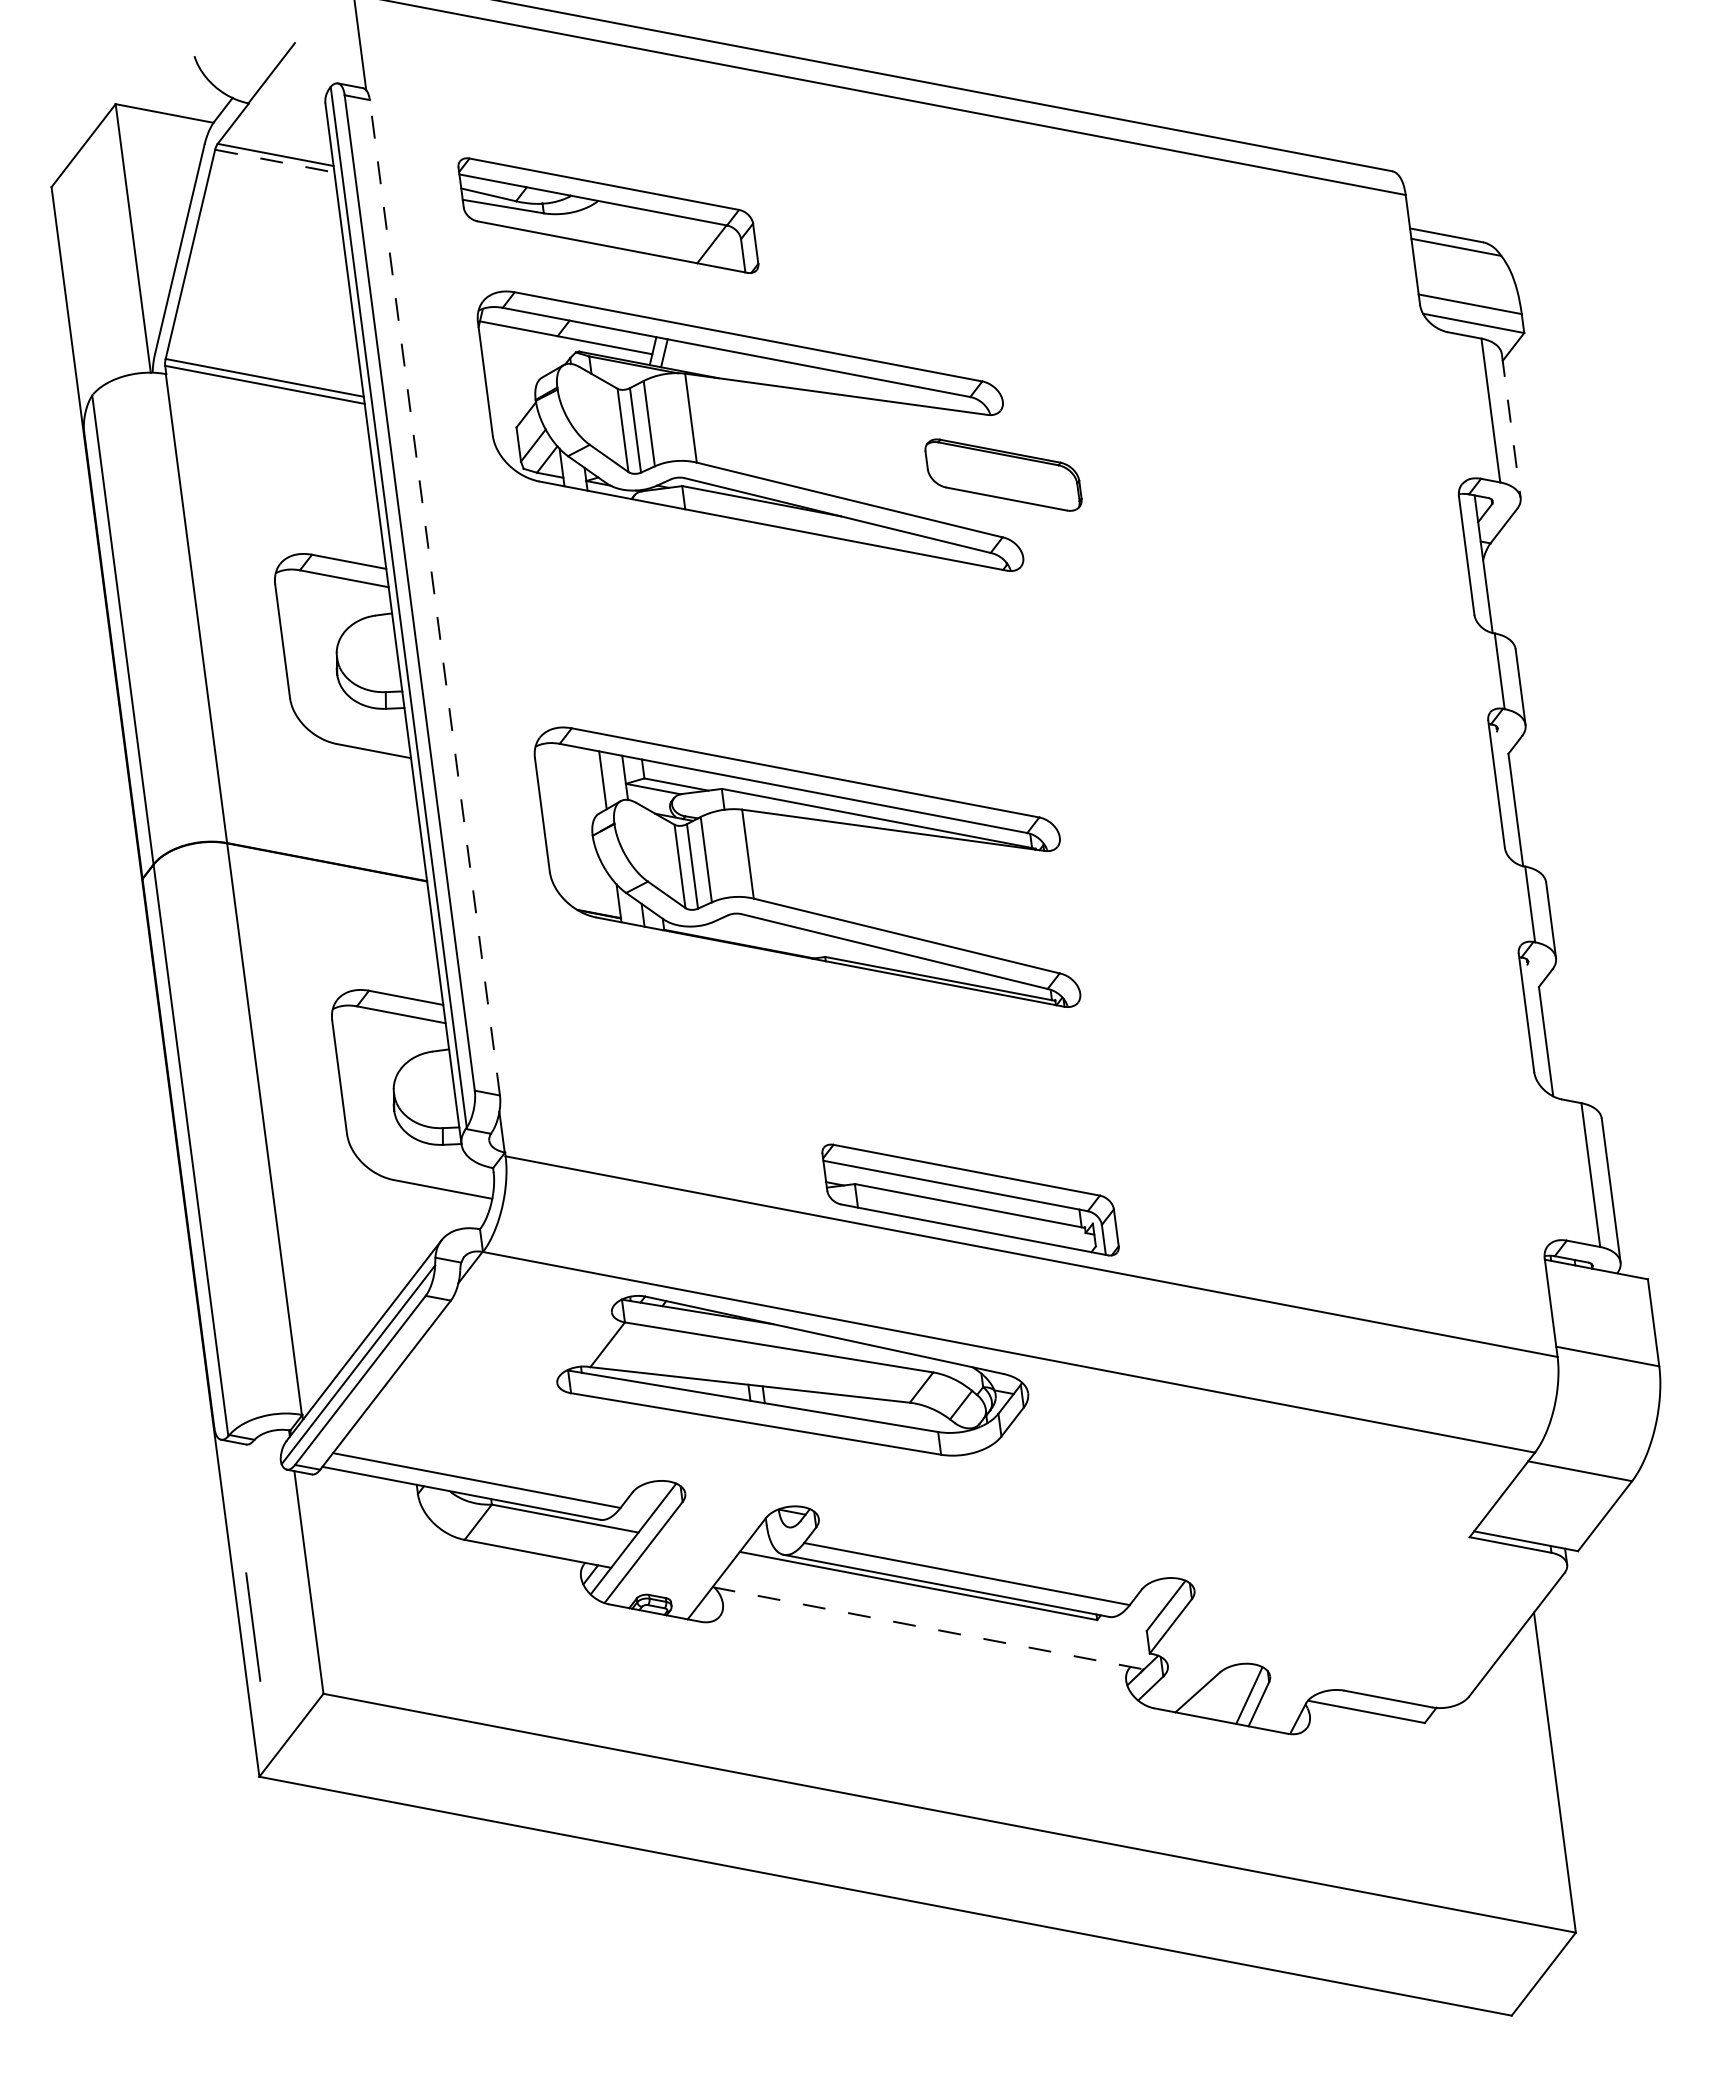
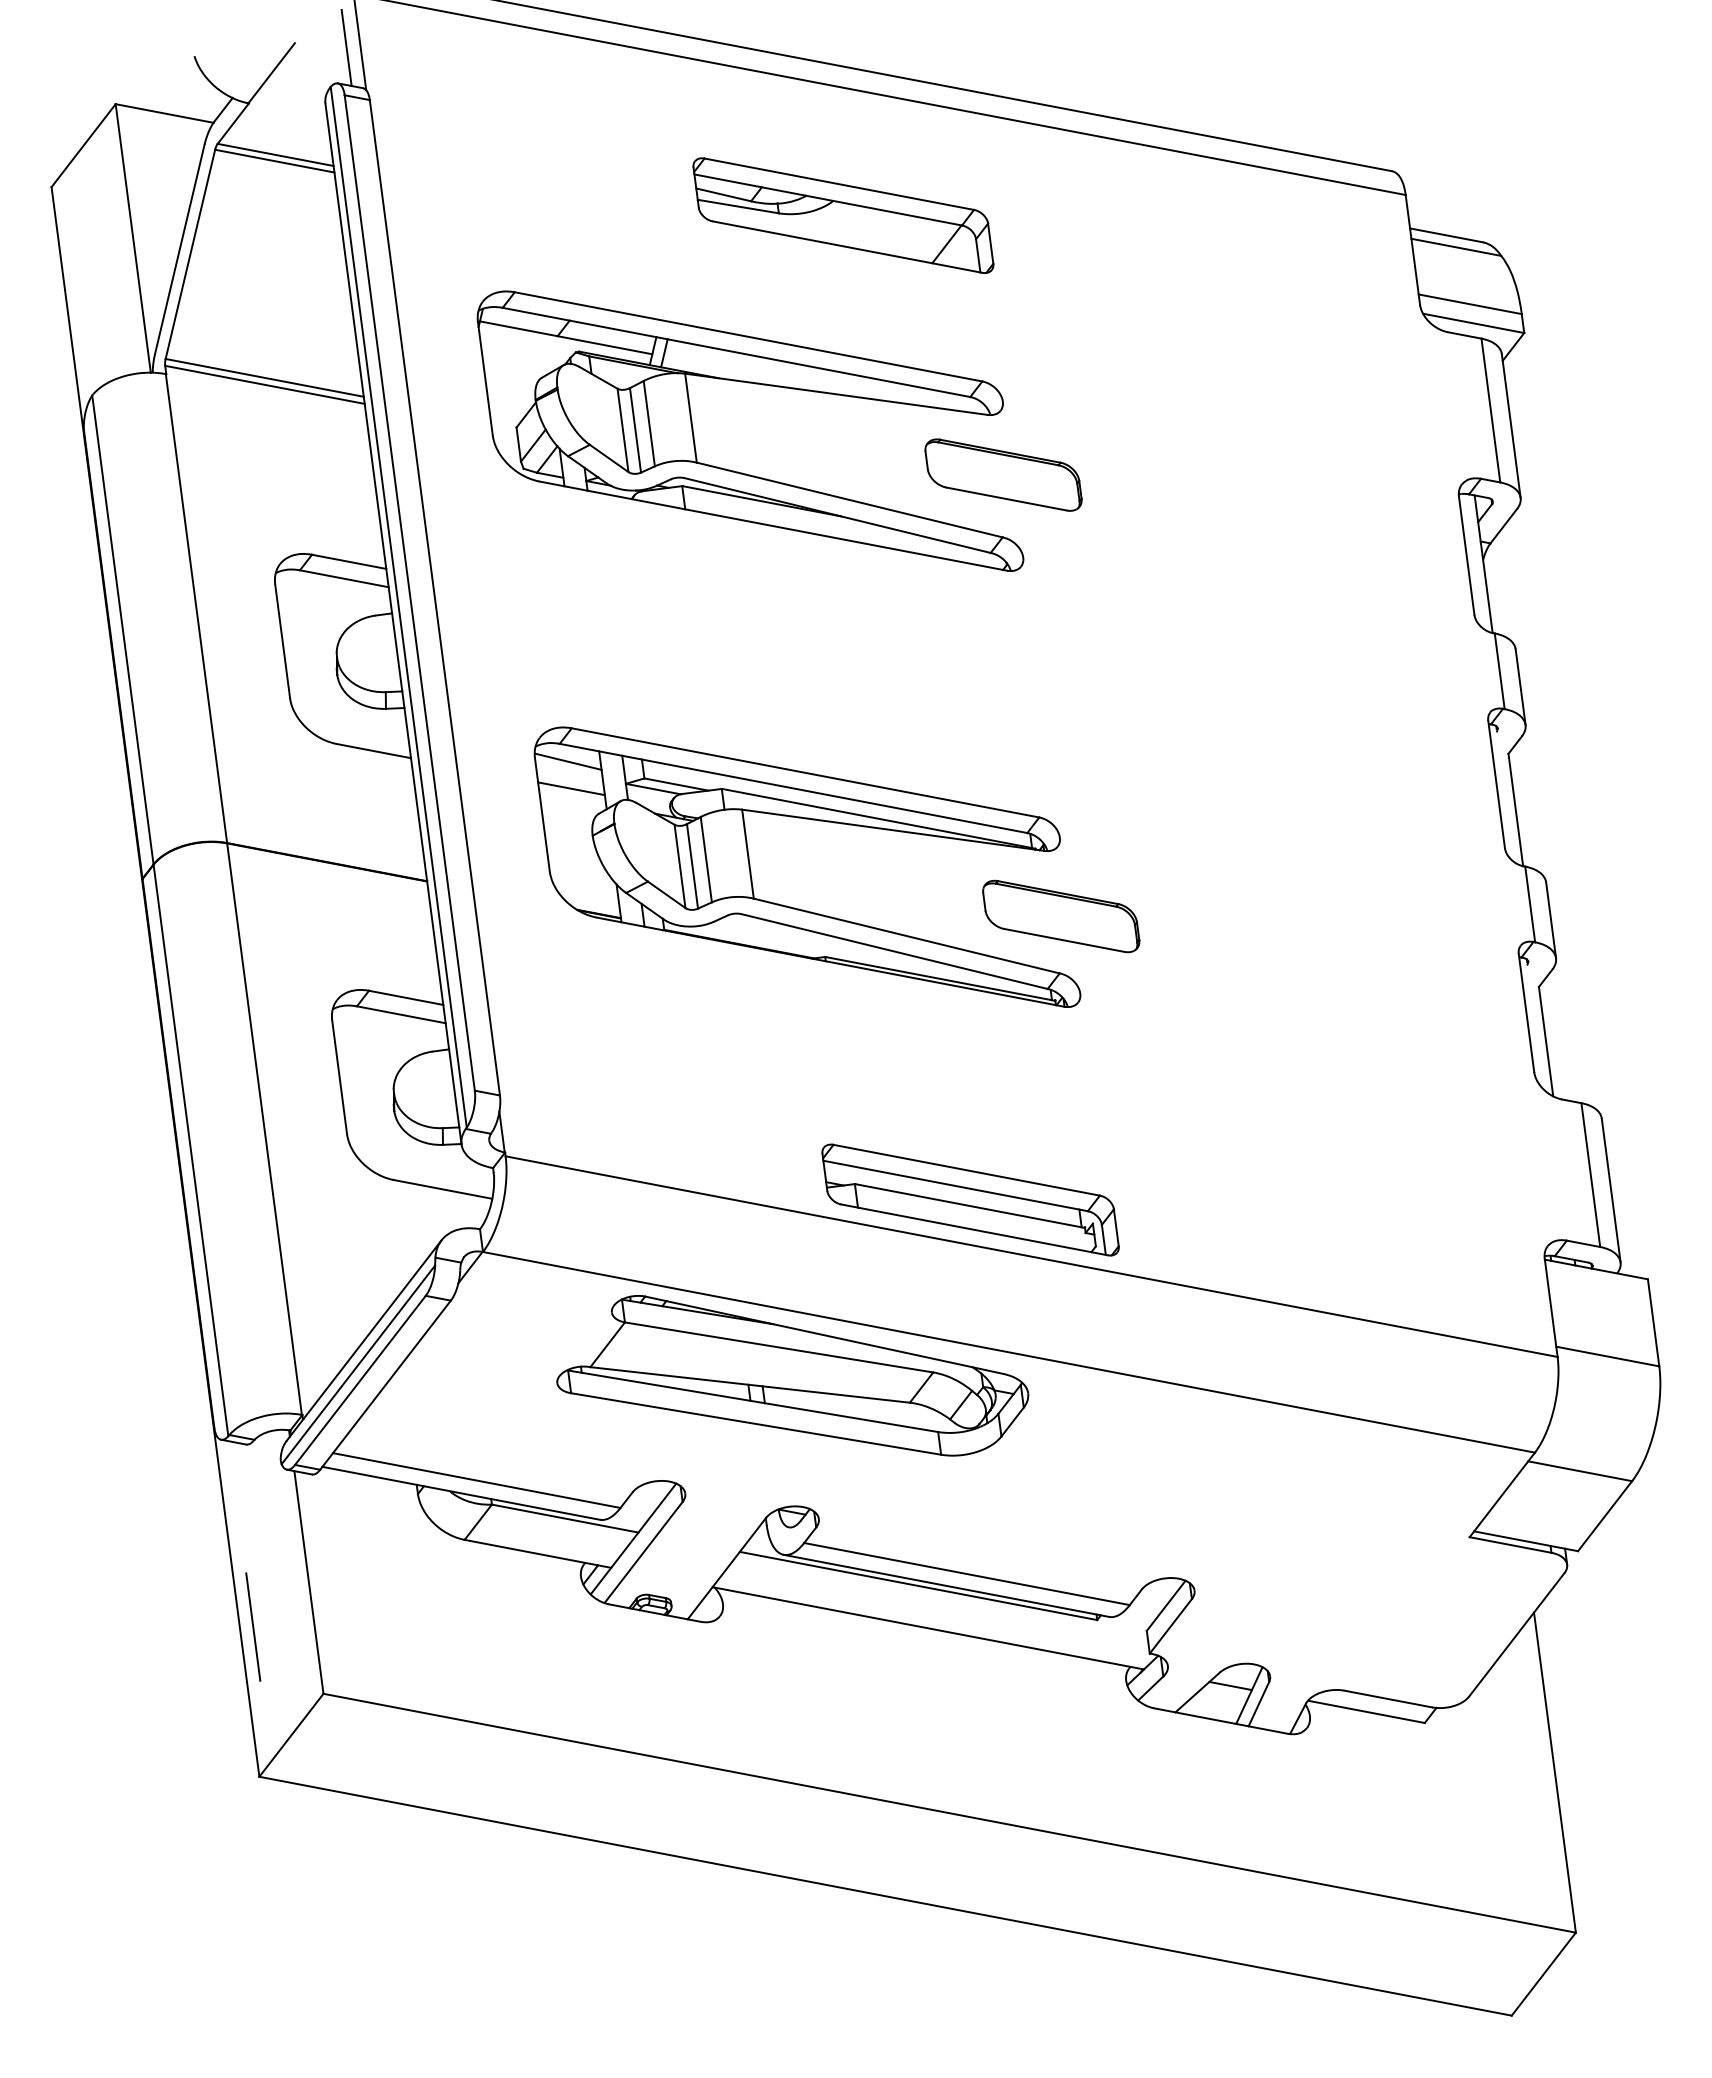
line at (346, 47): none -> present
line at (274, 161): dashed -> solid
part at (608, 215) position: (608, 215) -> (843, 215)
line at (1511, 426): dashed -> solid
line at (434, 597): dashed -> solid
line at (568, 761): none -> present
line at (571, 788): none -> present
part at (1061, 916): none -> present
line at (928, 1628): dashed -> solid
line at (1230, 1685): none -> present
